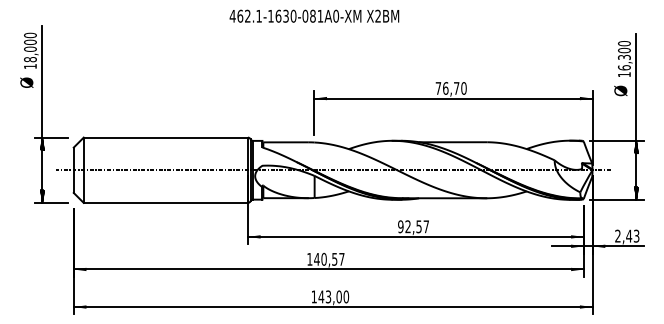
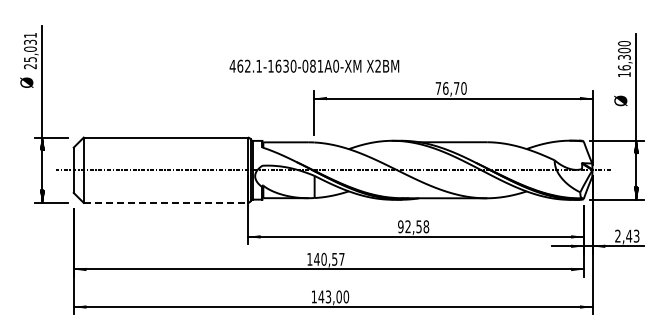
text at (314, 15) position: (314, 15) -> (314, 65)
text at (29, 50): 18,000 -> 25,031
text at (620, 90) position: (620, 90) -> (620, 100)
line at (166, 202): solid -> dashed
text at (426, 226): 92,57 -> 92,58
